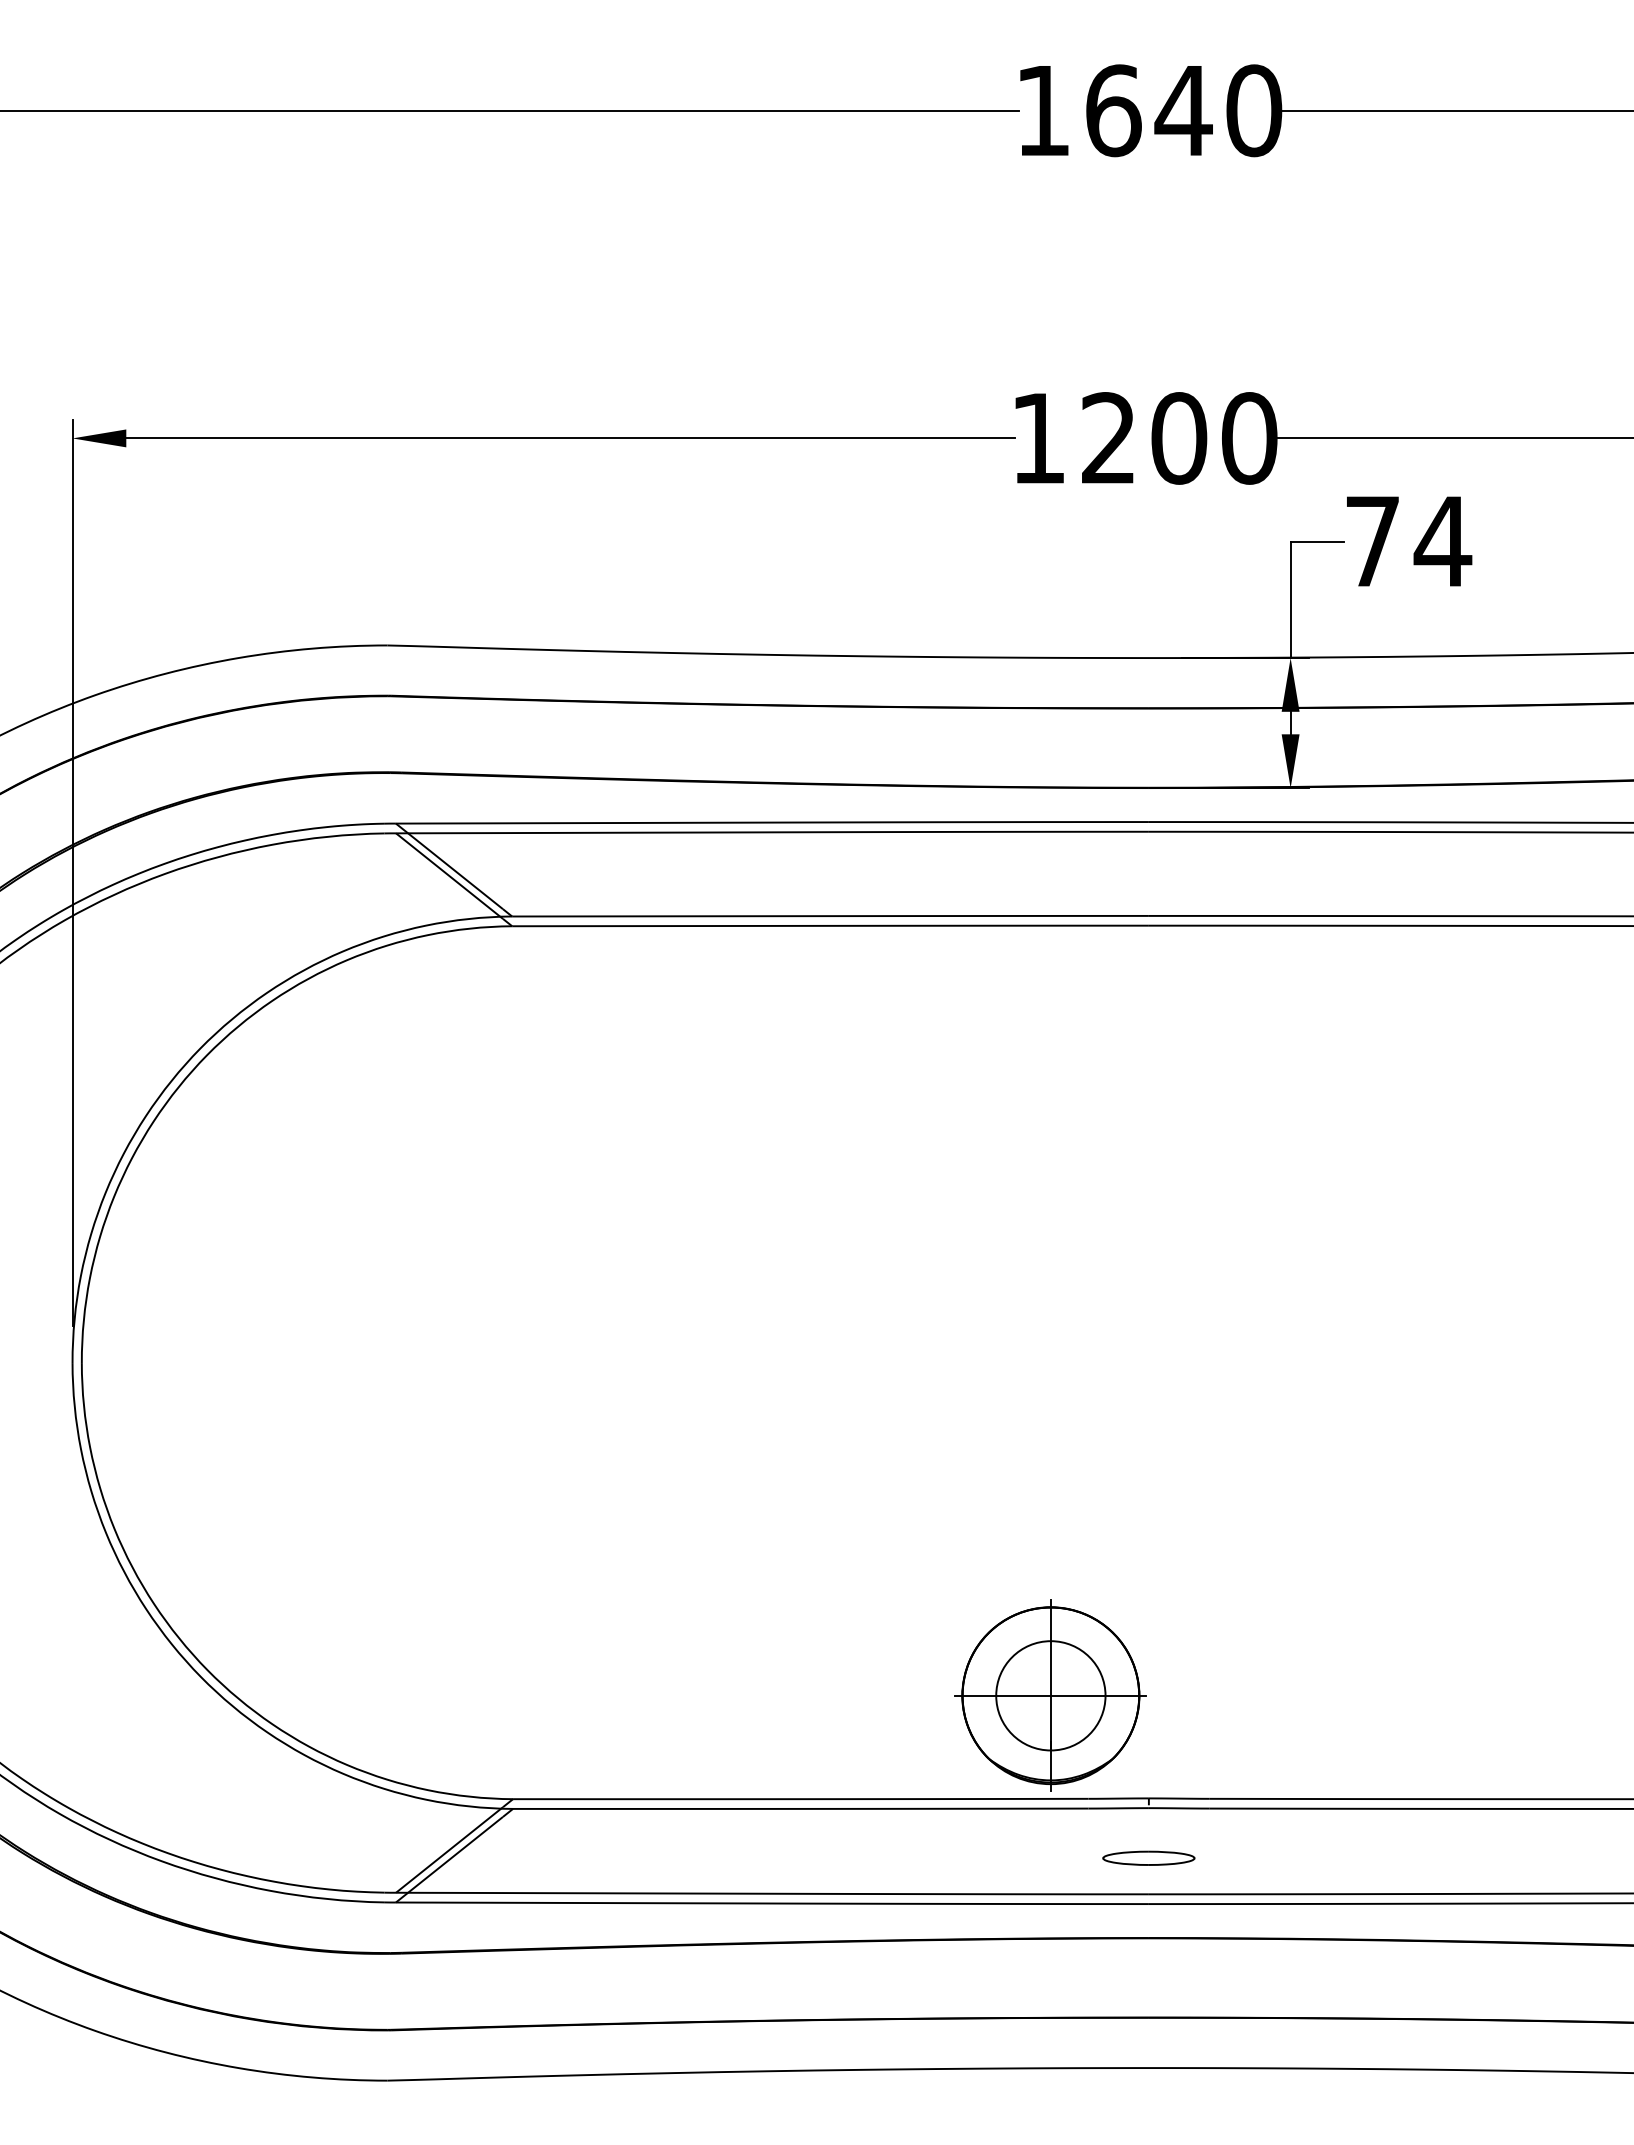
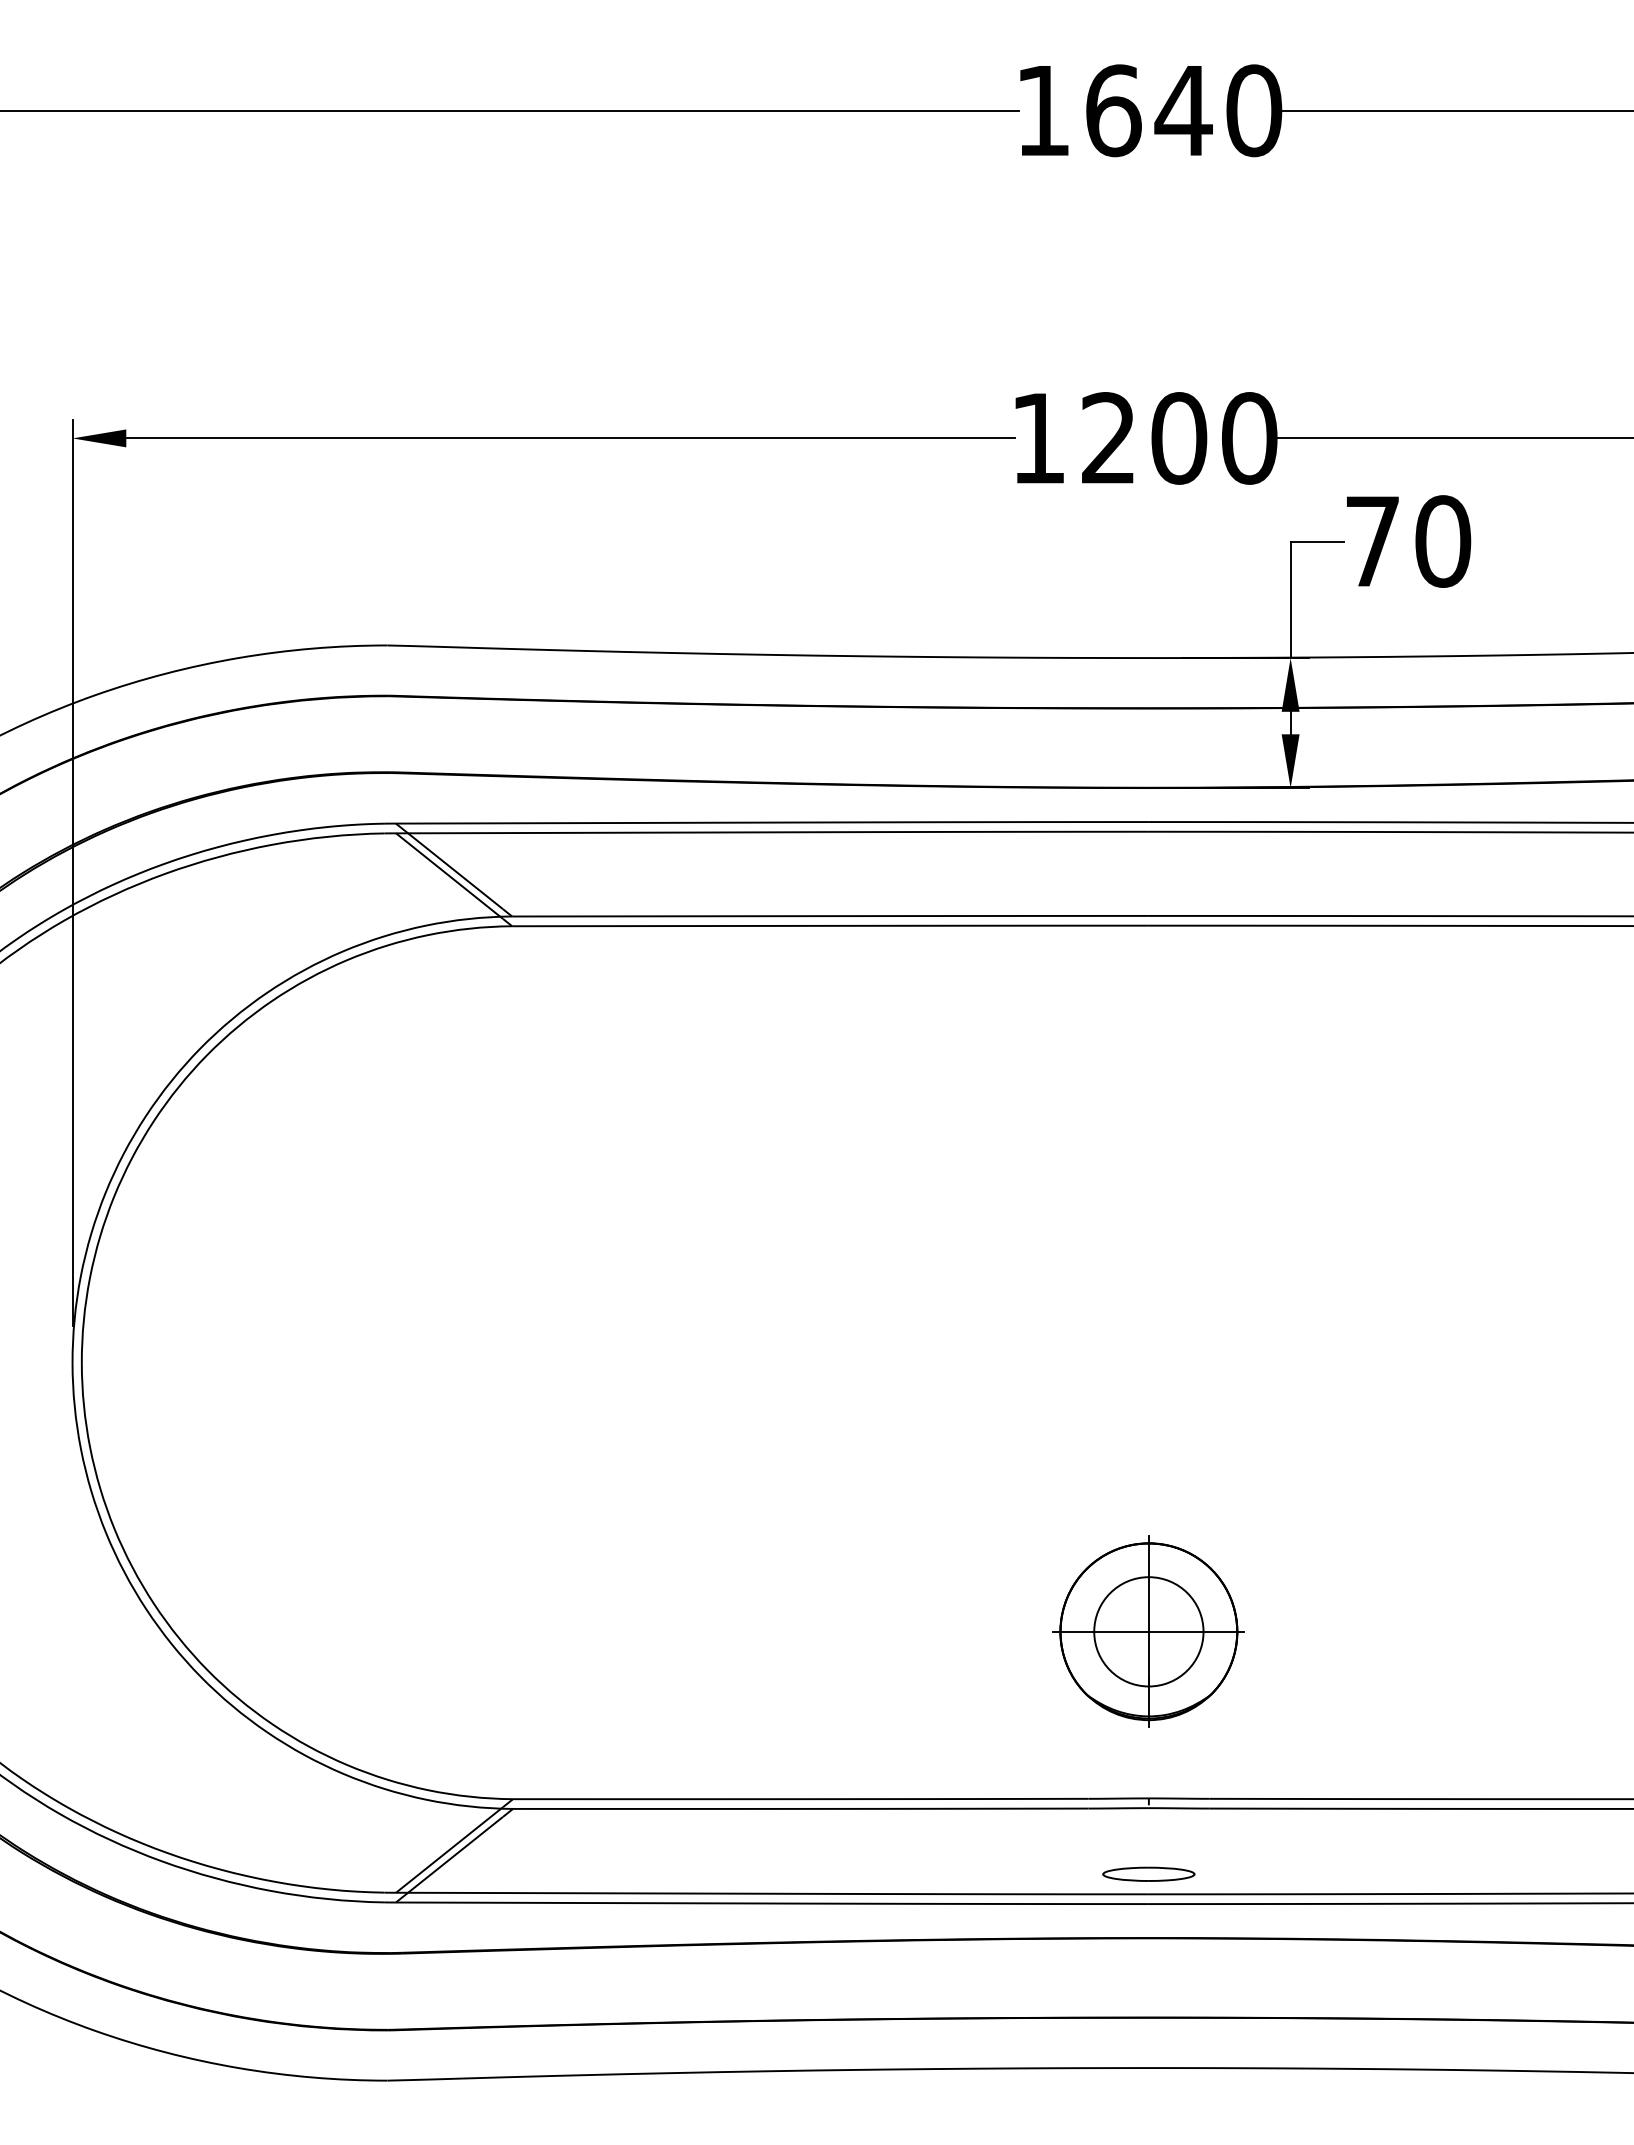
text at (1442, 541): 74 -> 70
part at (1050, 1695) position: (1050, 1695) -> (1148, 1631)
part at (1148, 1857) position: (1148, 1857) -> (1148, 1873)
